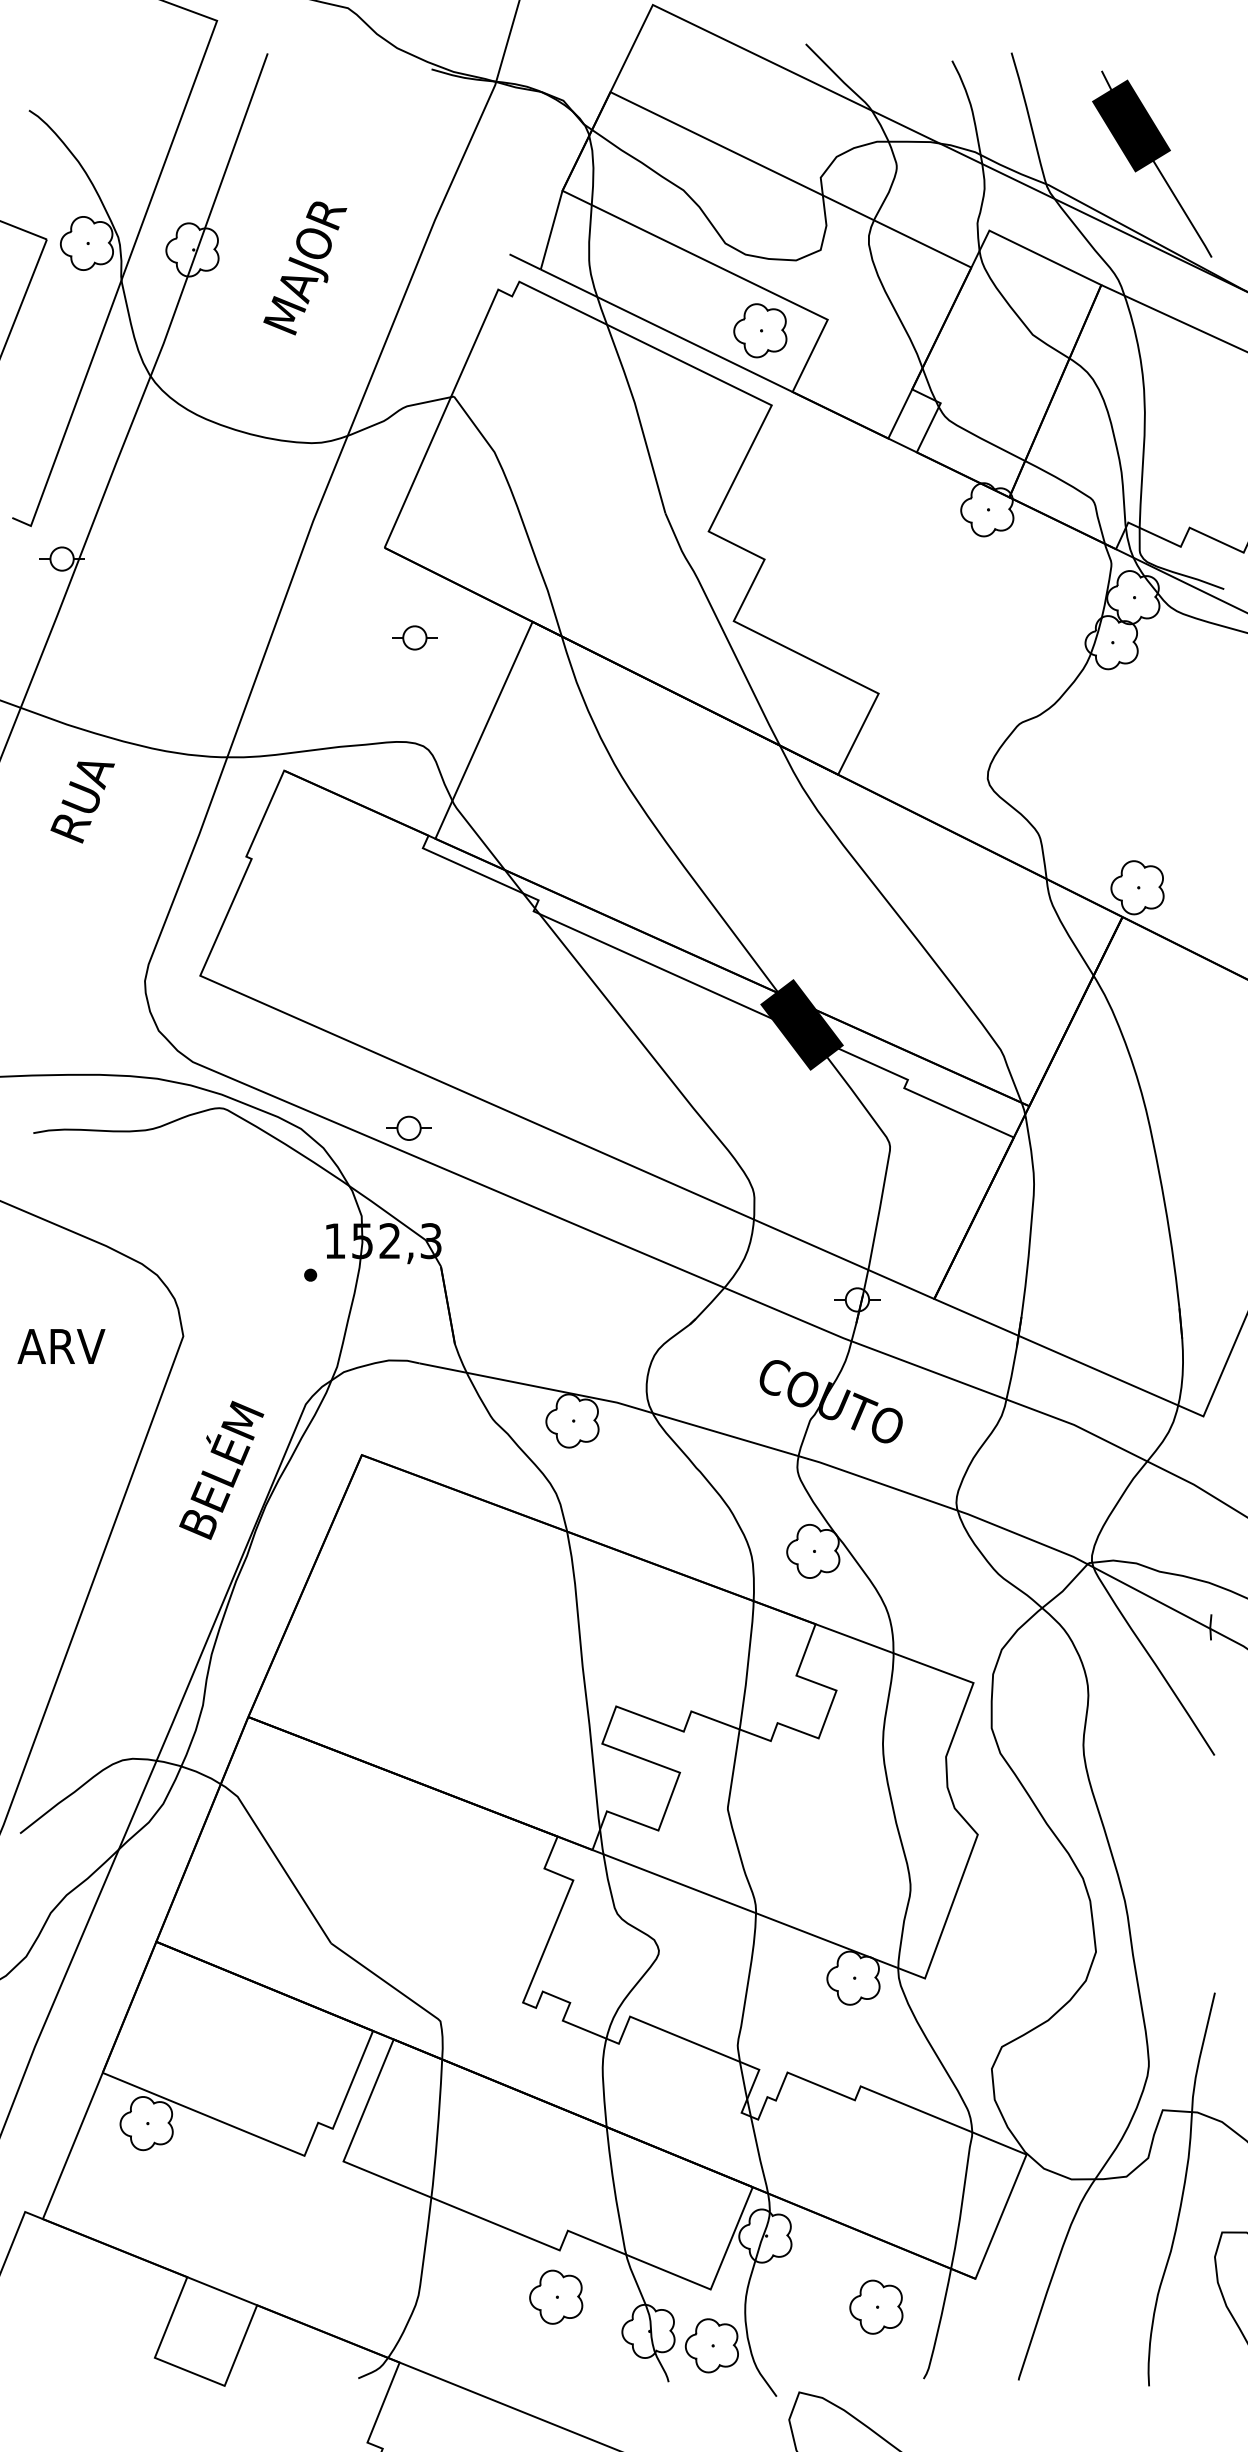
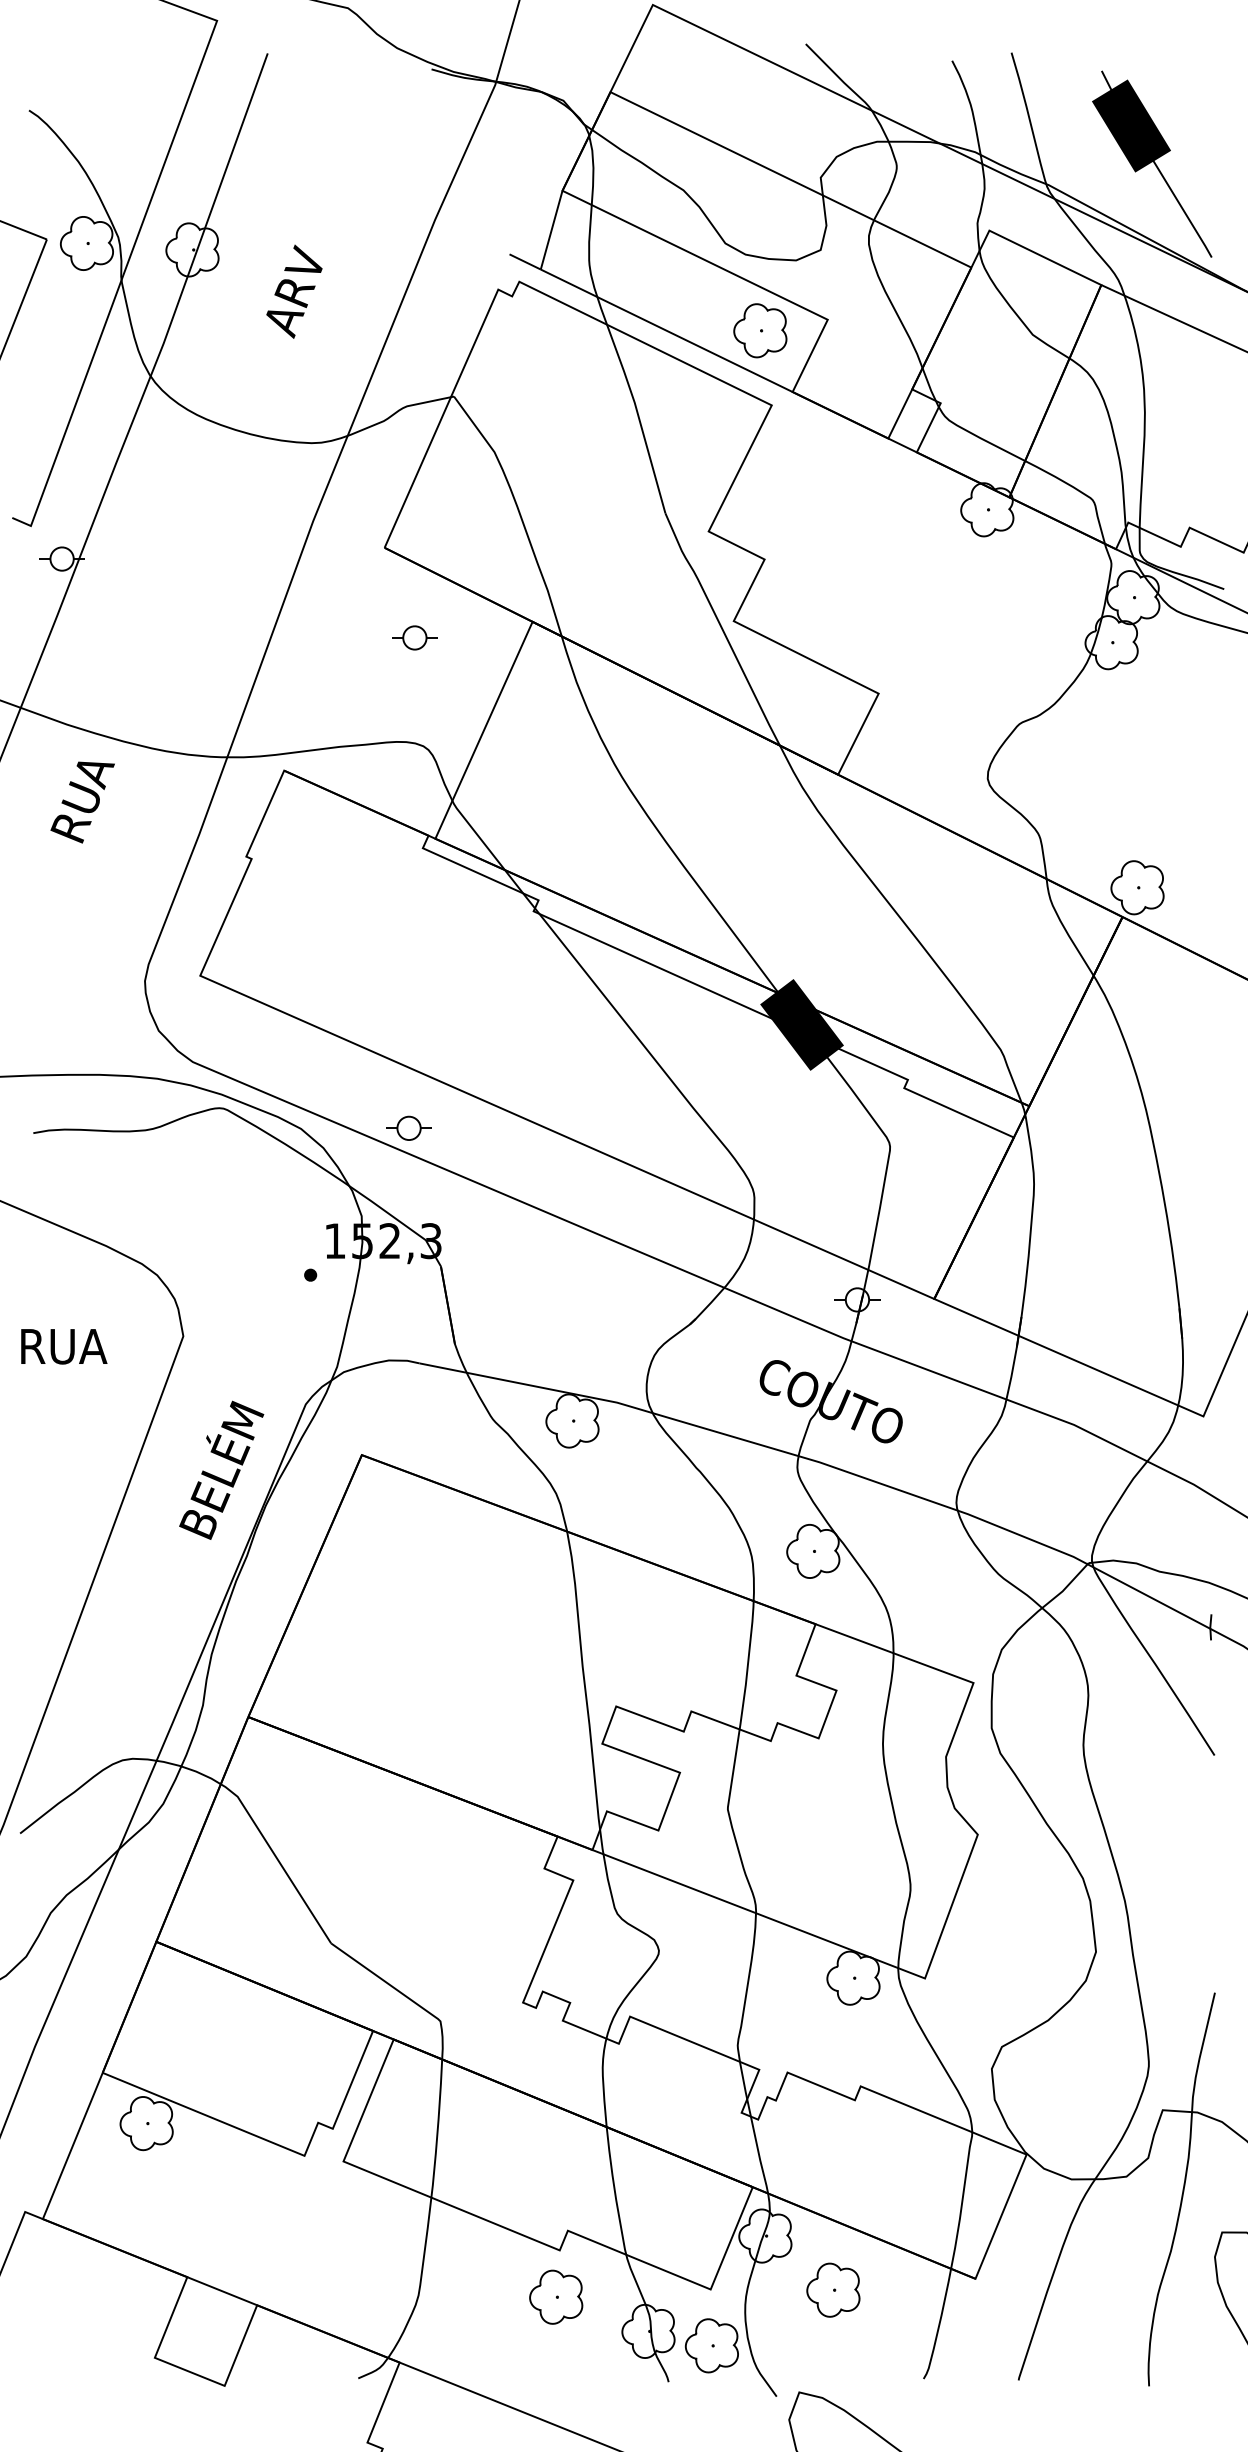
text at (305, 269): MAJOR -> ARV
text at (62, 1346): ARV -> RUA
part at (876, 2306) position: (876, 2306) -> (833, 2289)
